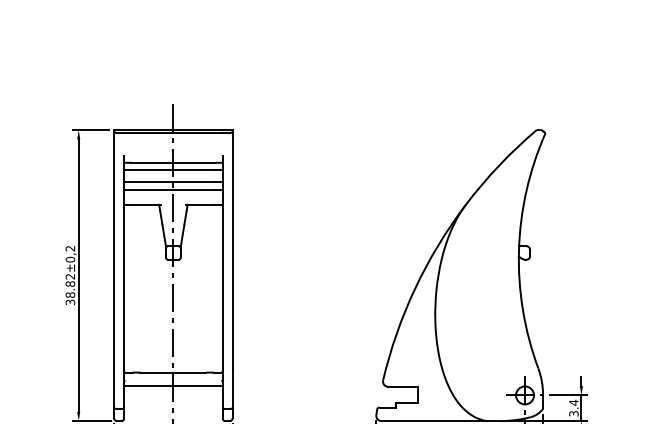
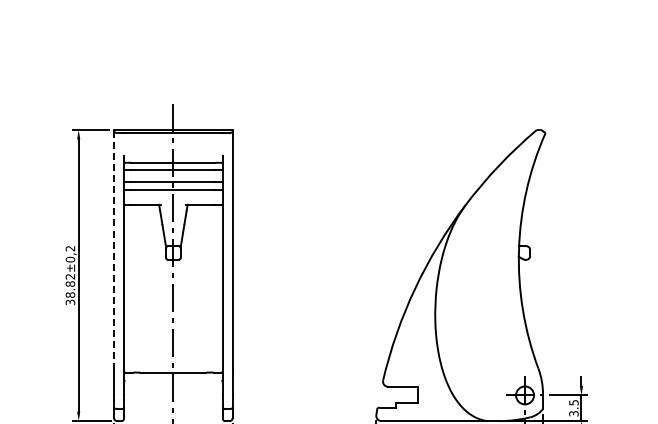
line at (114, 249): solid -> dashed
line at (172, 386): present -> none
text at (573, 402): 3.4 -> 3.5
